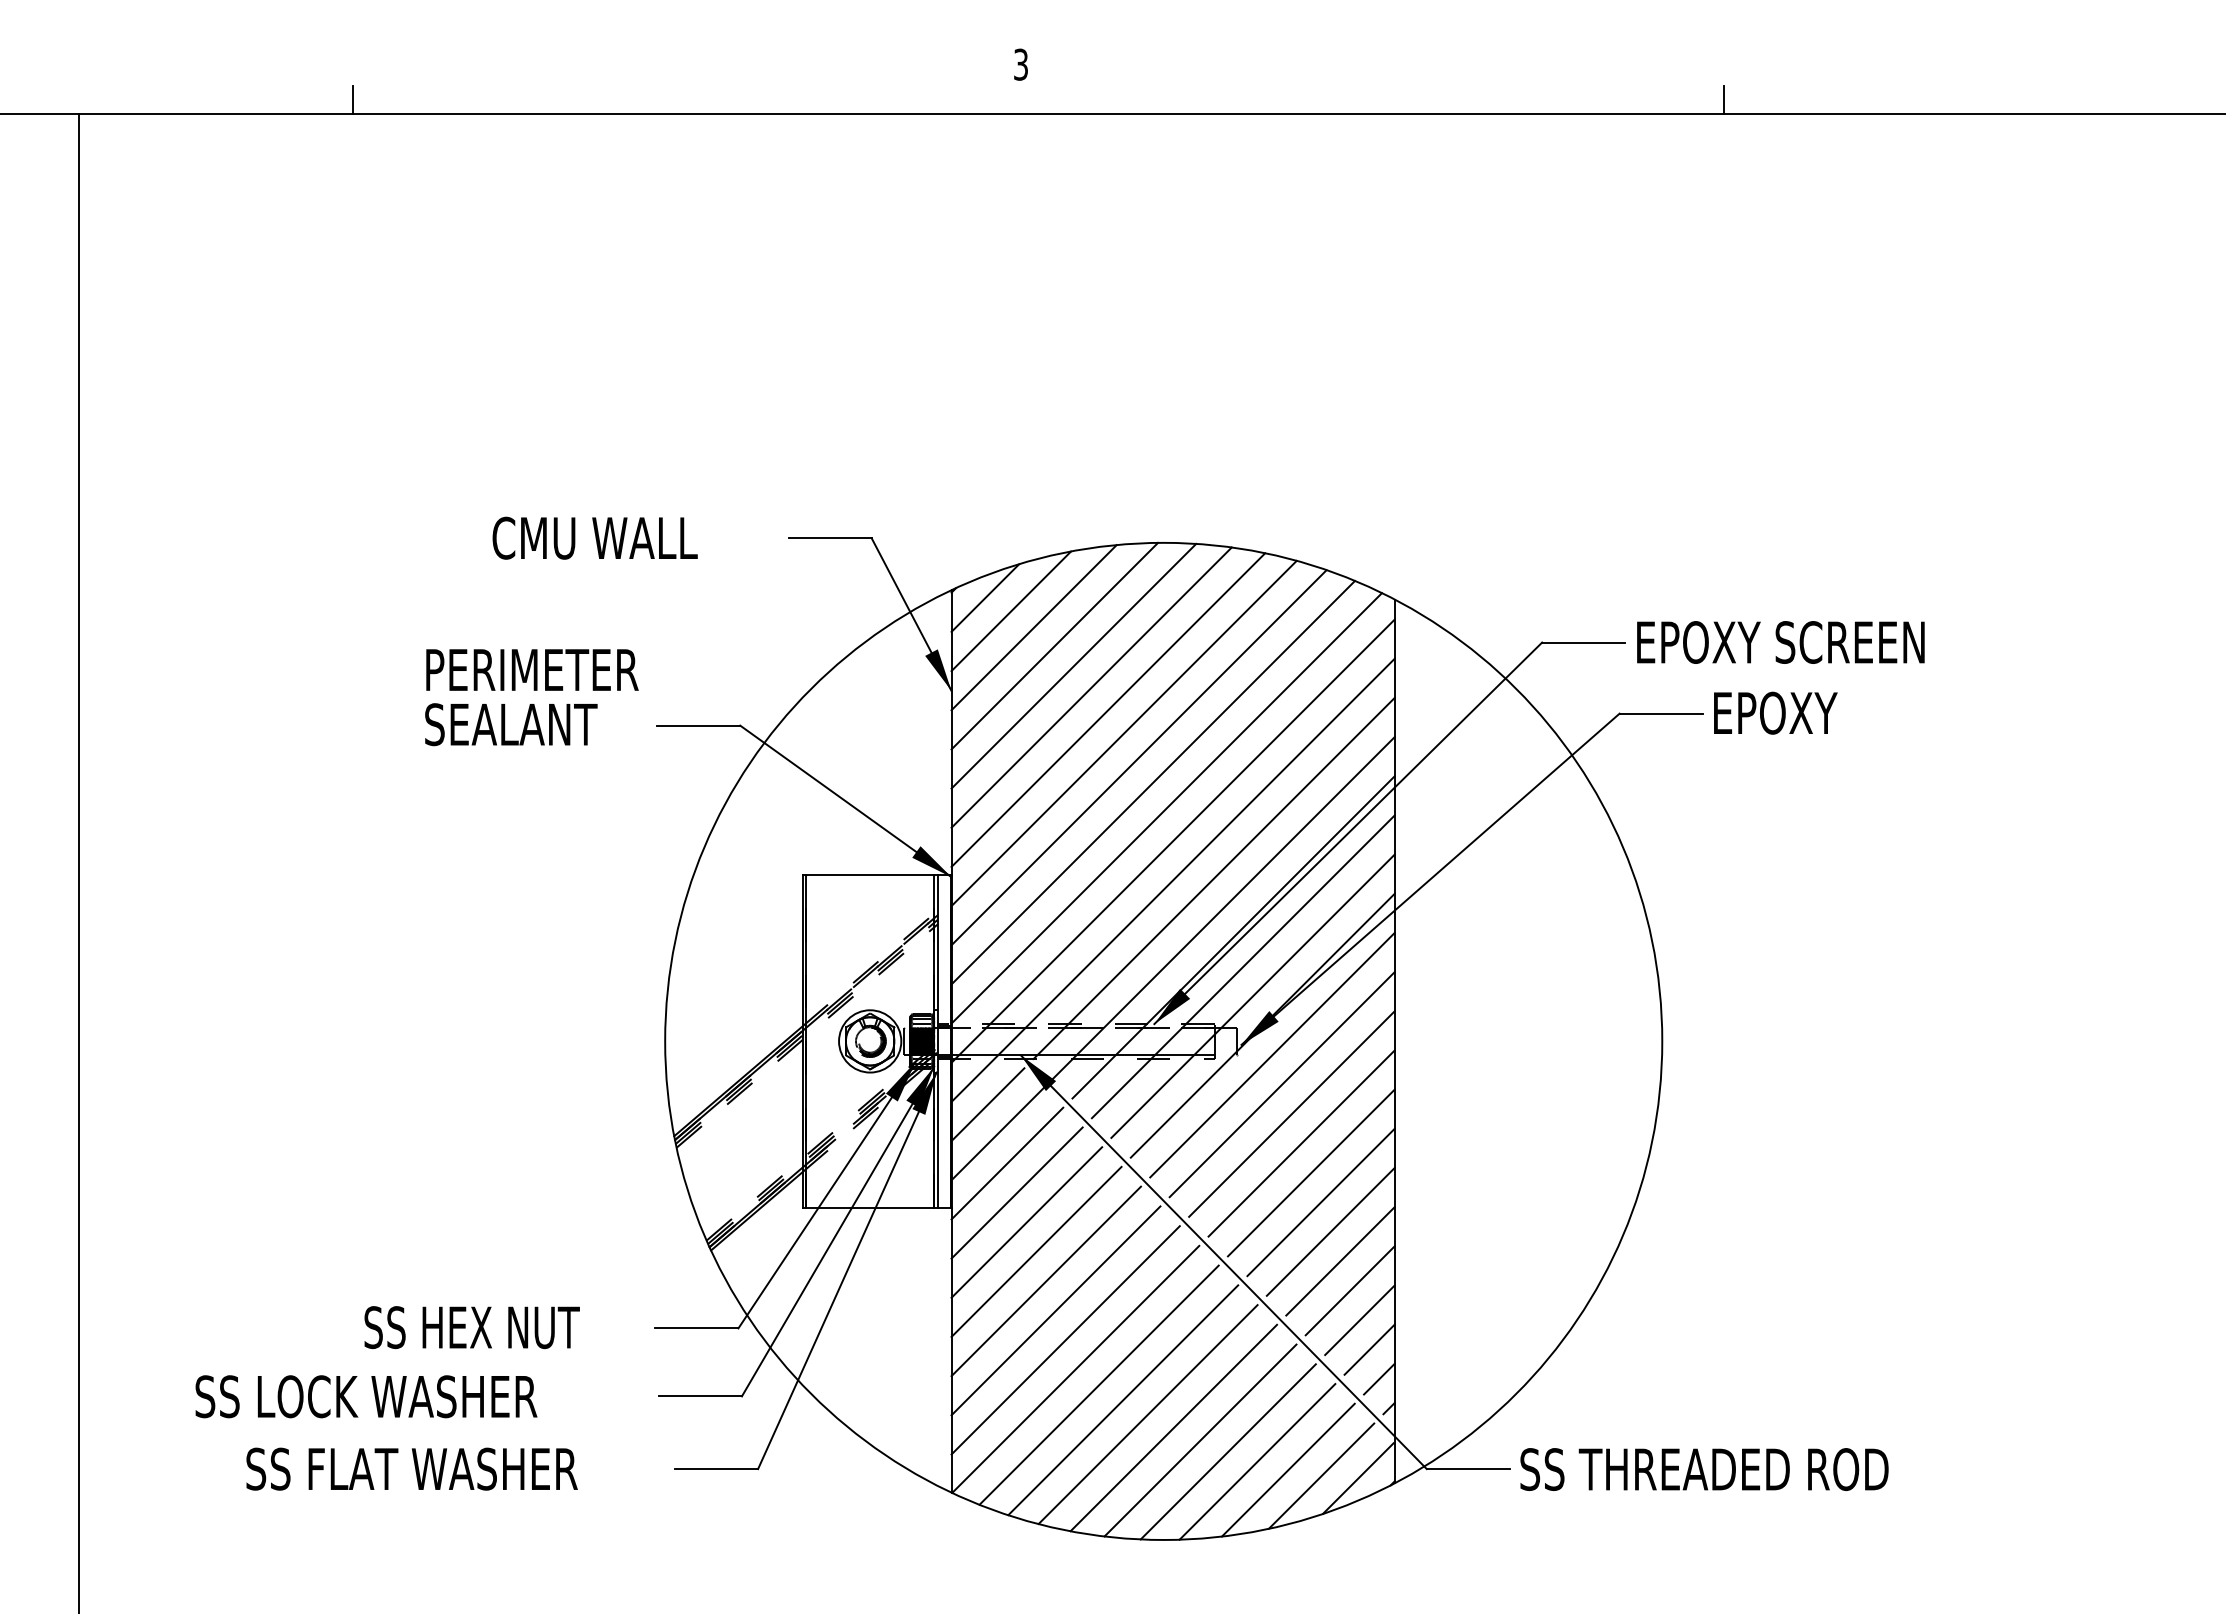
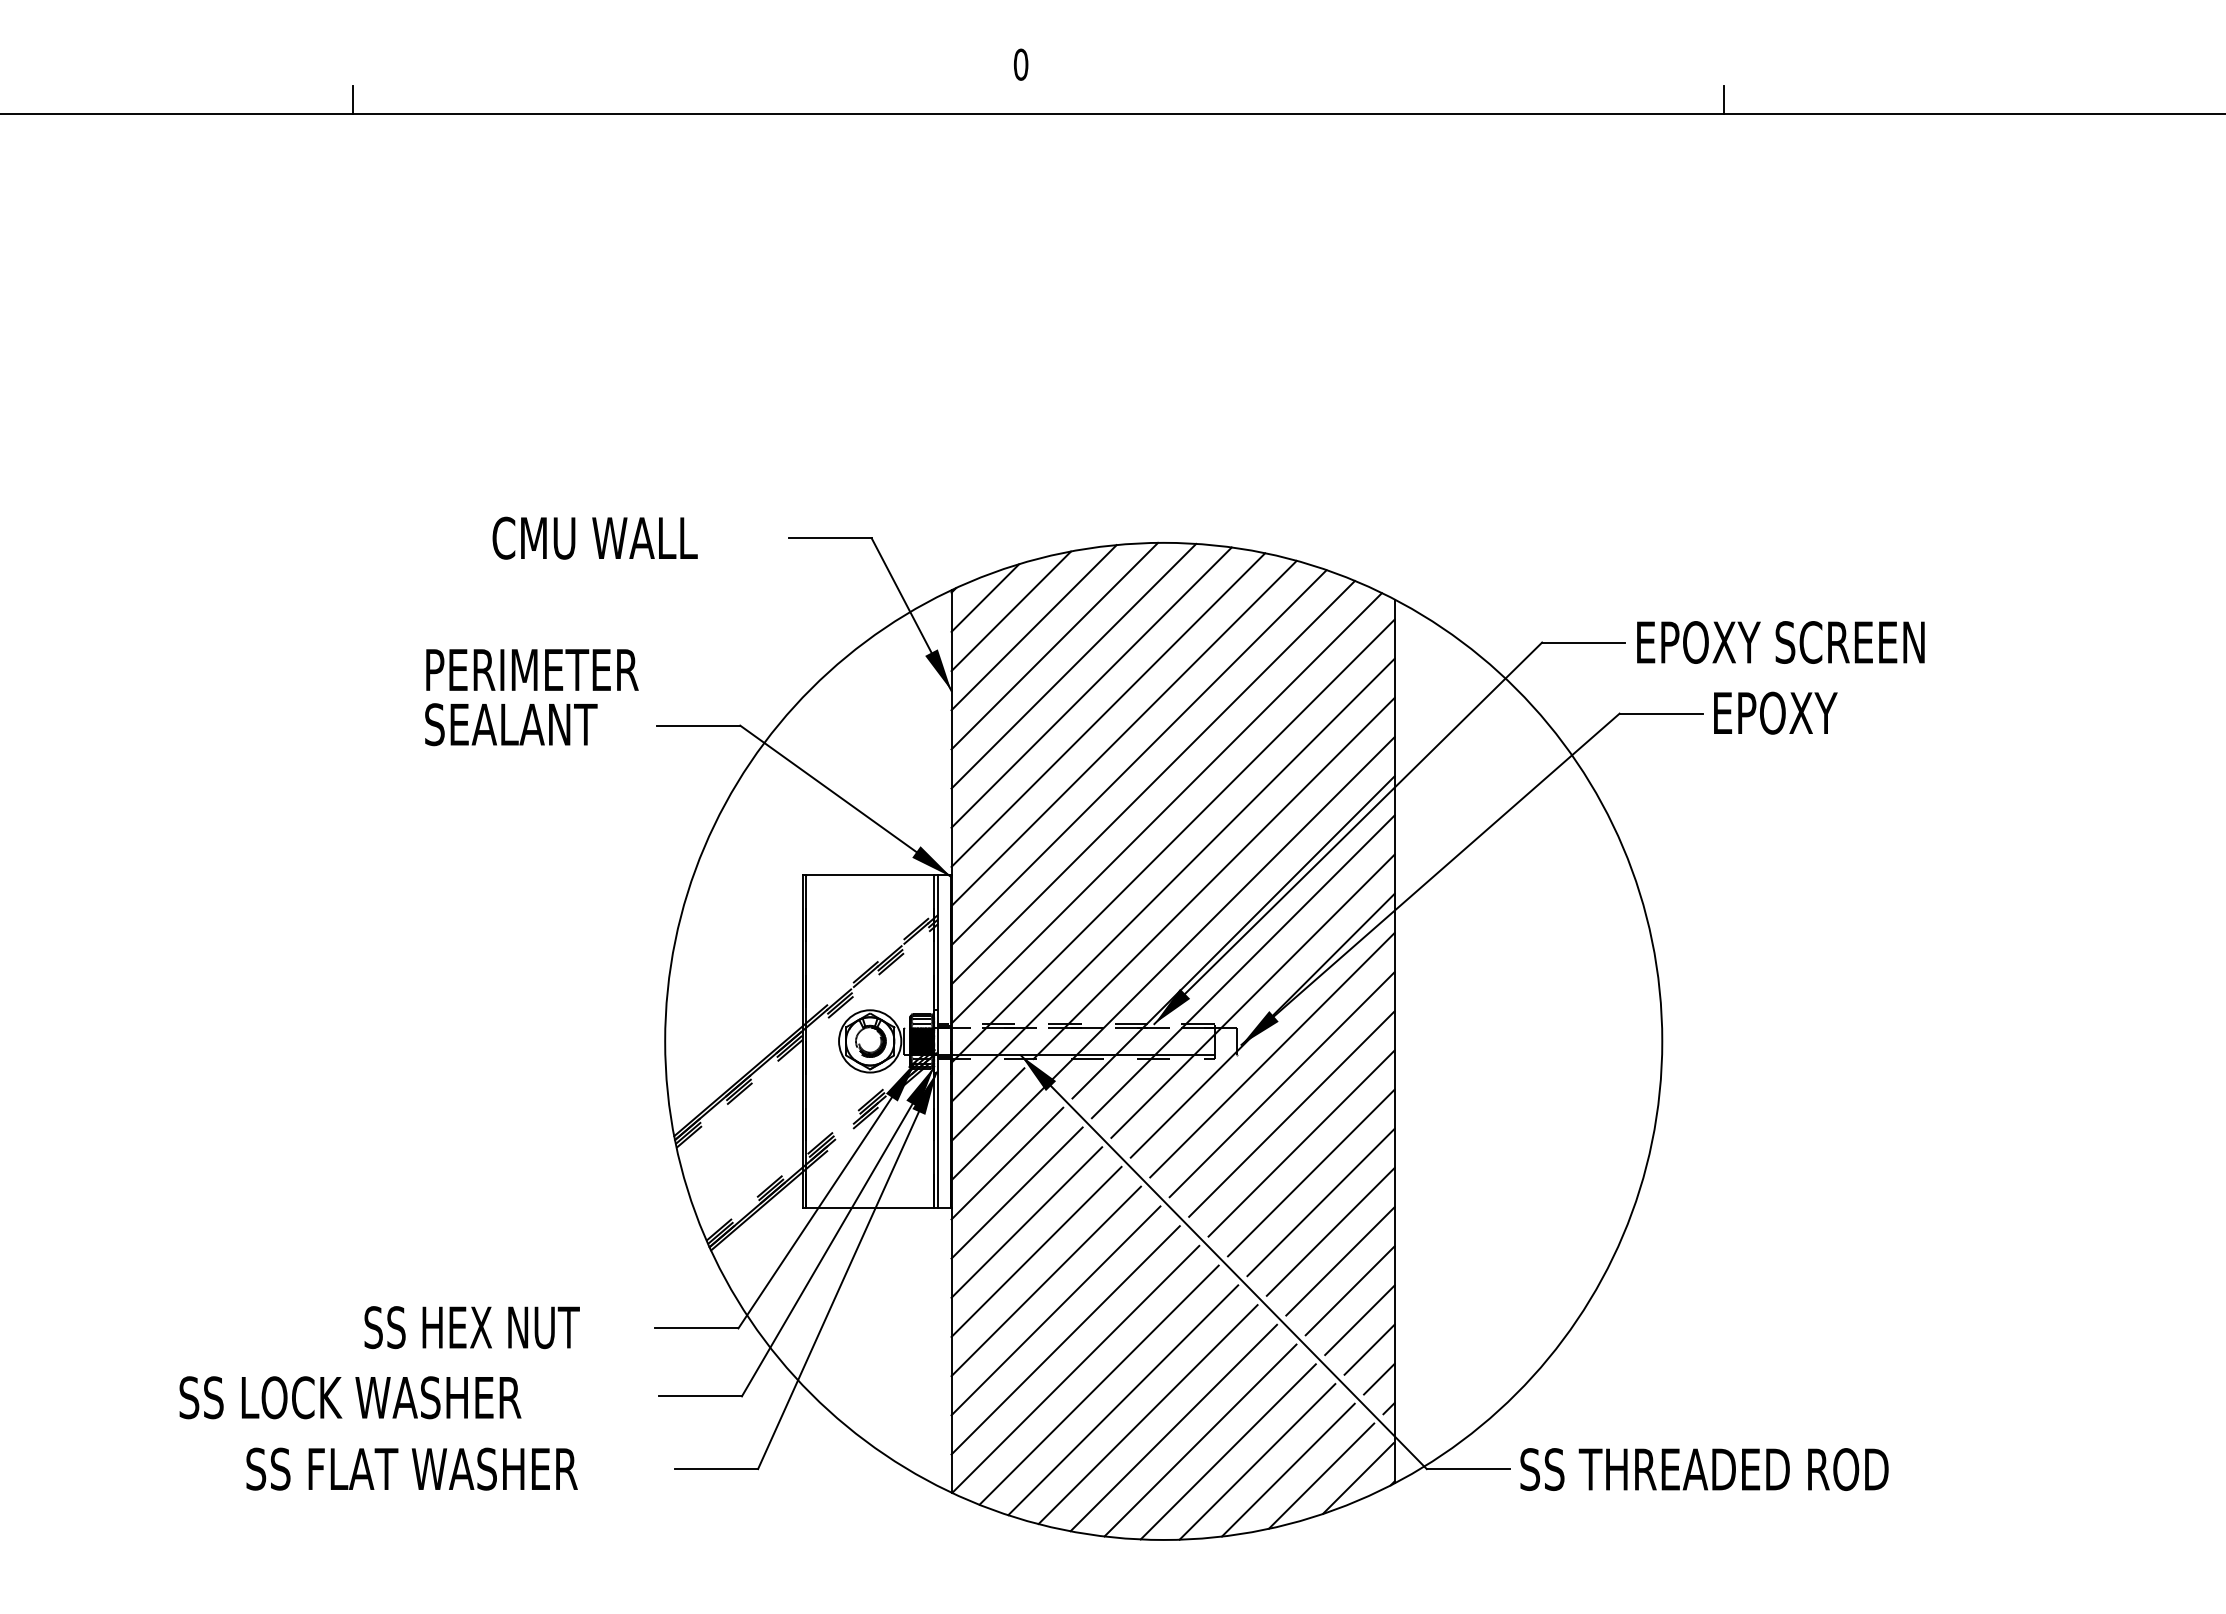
text at (1020, 64): 3 -> 0
line at (78, 862): present -> none
text at (366, 1396) position: (366, 1396) -> (350, 1397)
